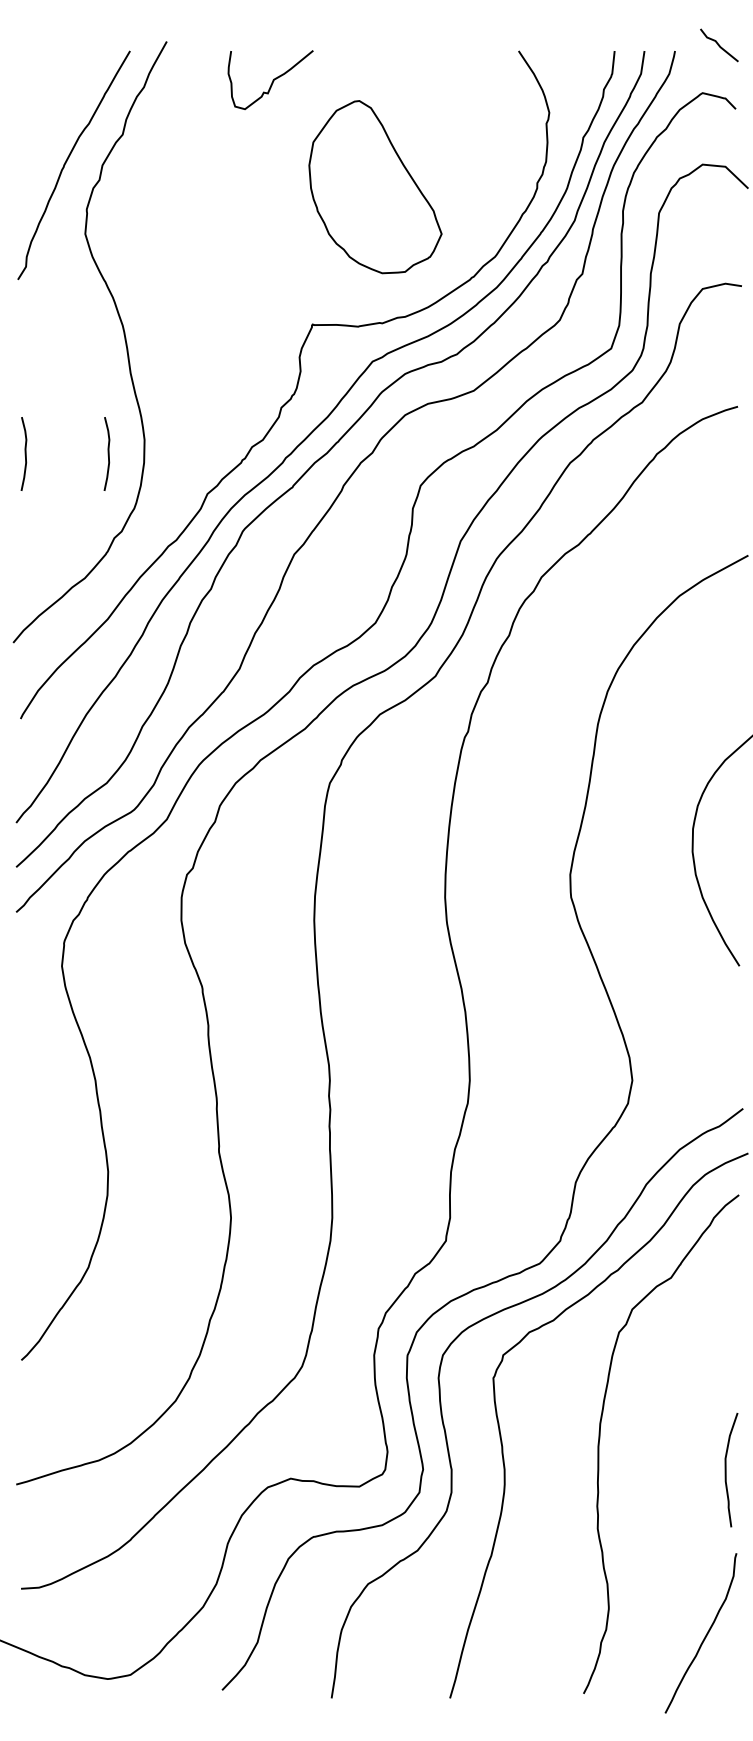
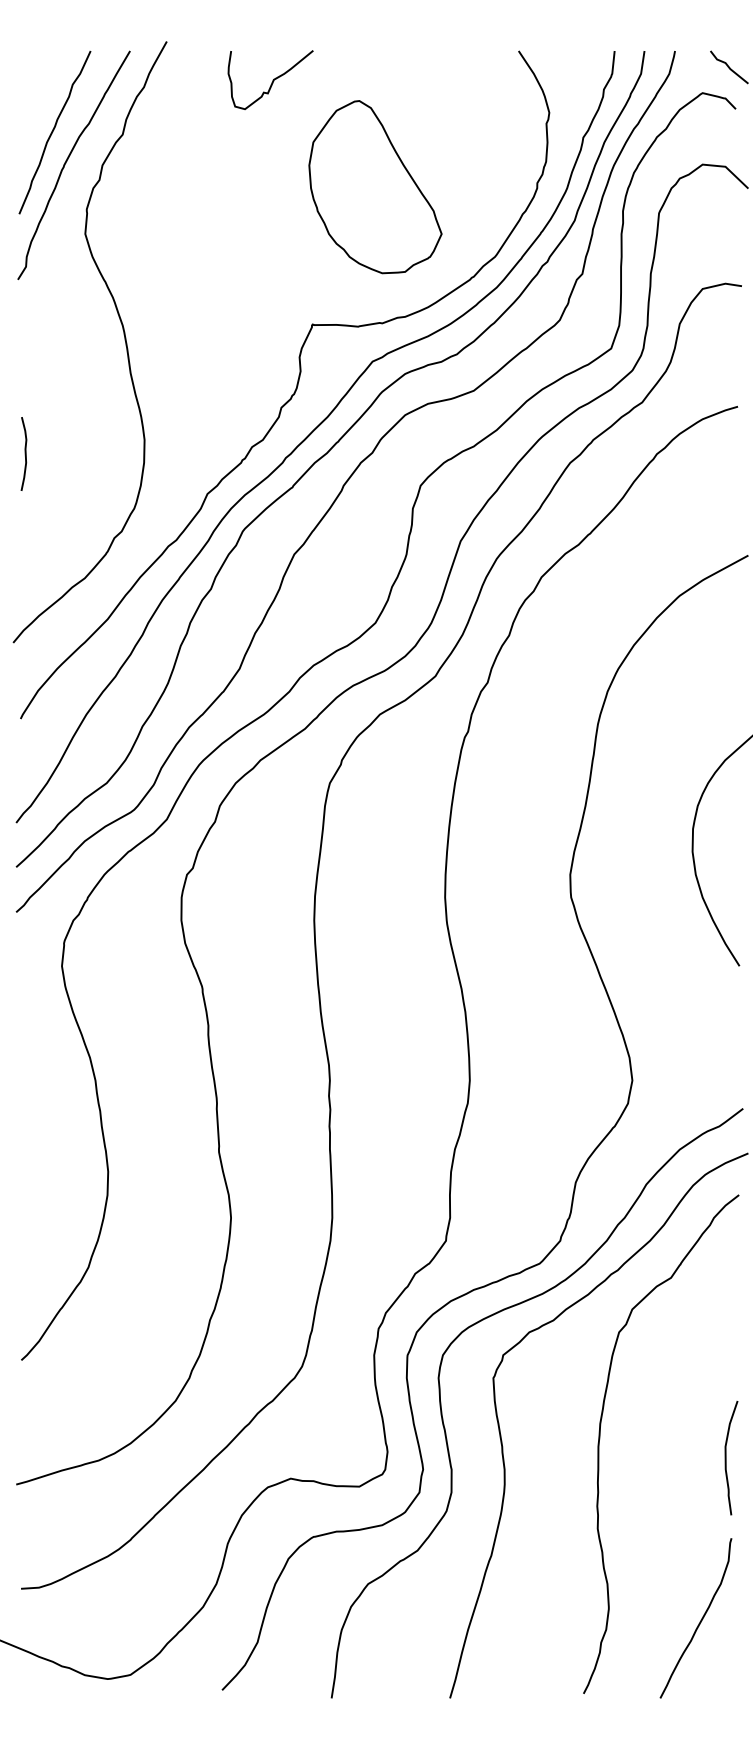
line at (719, 45) position: (719, 45) -> (729, 67)
curve at (53, 132): none -> present
curve at (107, 453): present -> none
curve at (726, 1470) position: (726, 1470) -> (726, 1458)
curve at (704, 1636) position: (704, 1636) -> (699, 1621)
